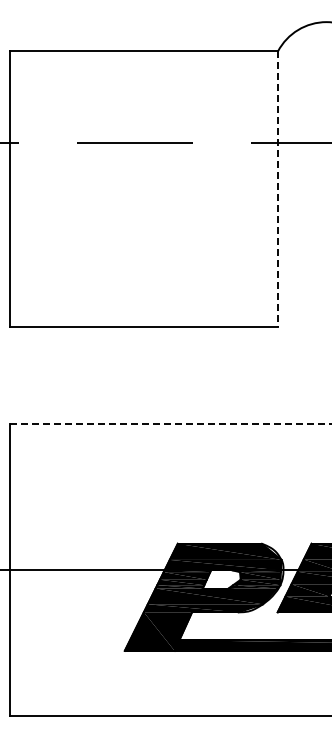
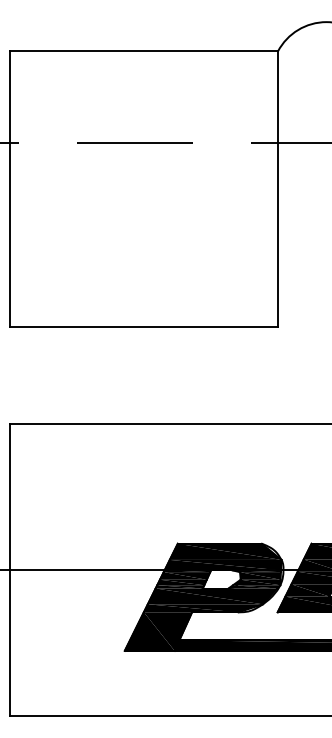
line at (278, 189): dashed -> solid
line at (170, 423): dashed -> solid
